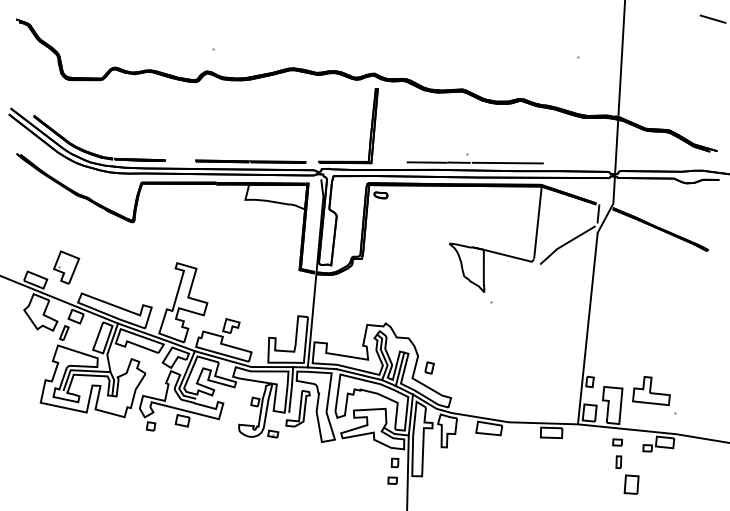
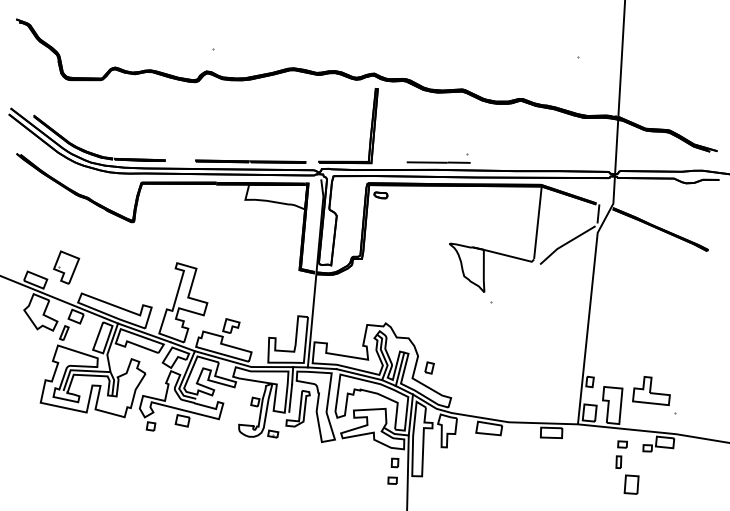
line at (712, 18): present -> none
line at (507, 162): present -> none
part at (617, 442) position: (617, 442) -> (622, 444)
